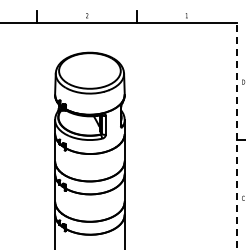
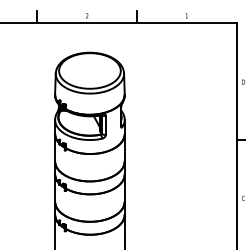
line at (236, 136): dashed -> solid
